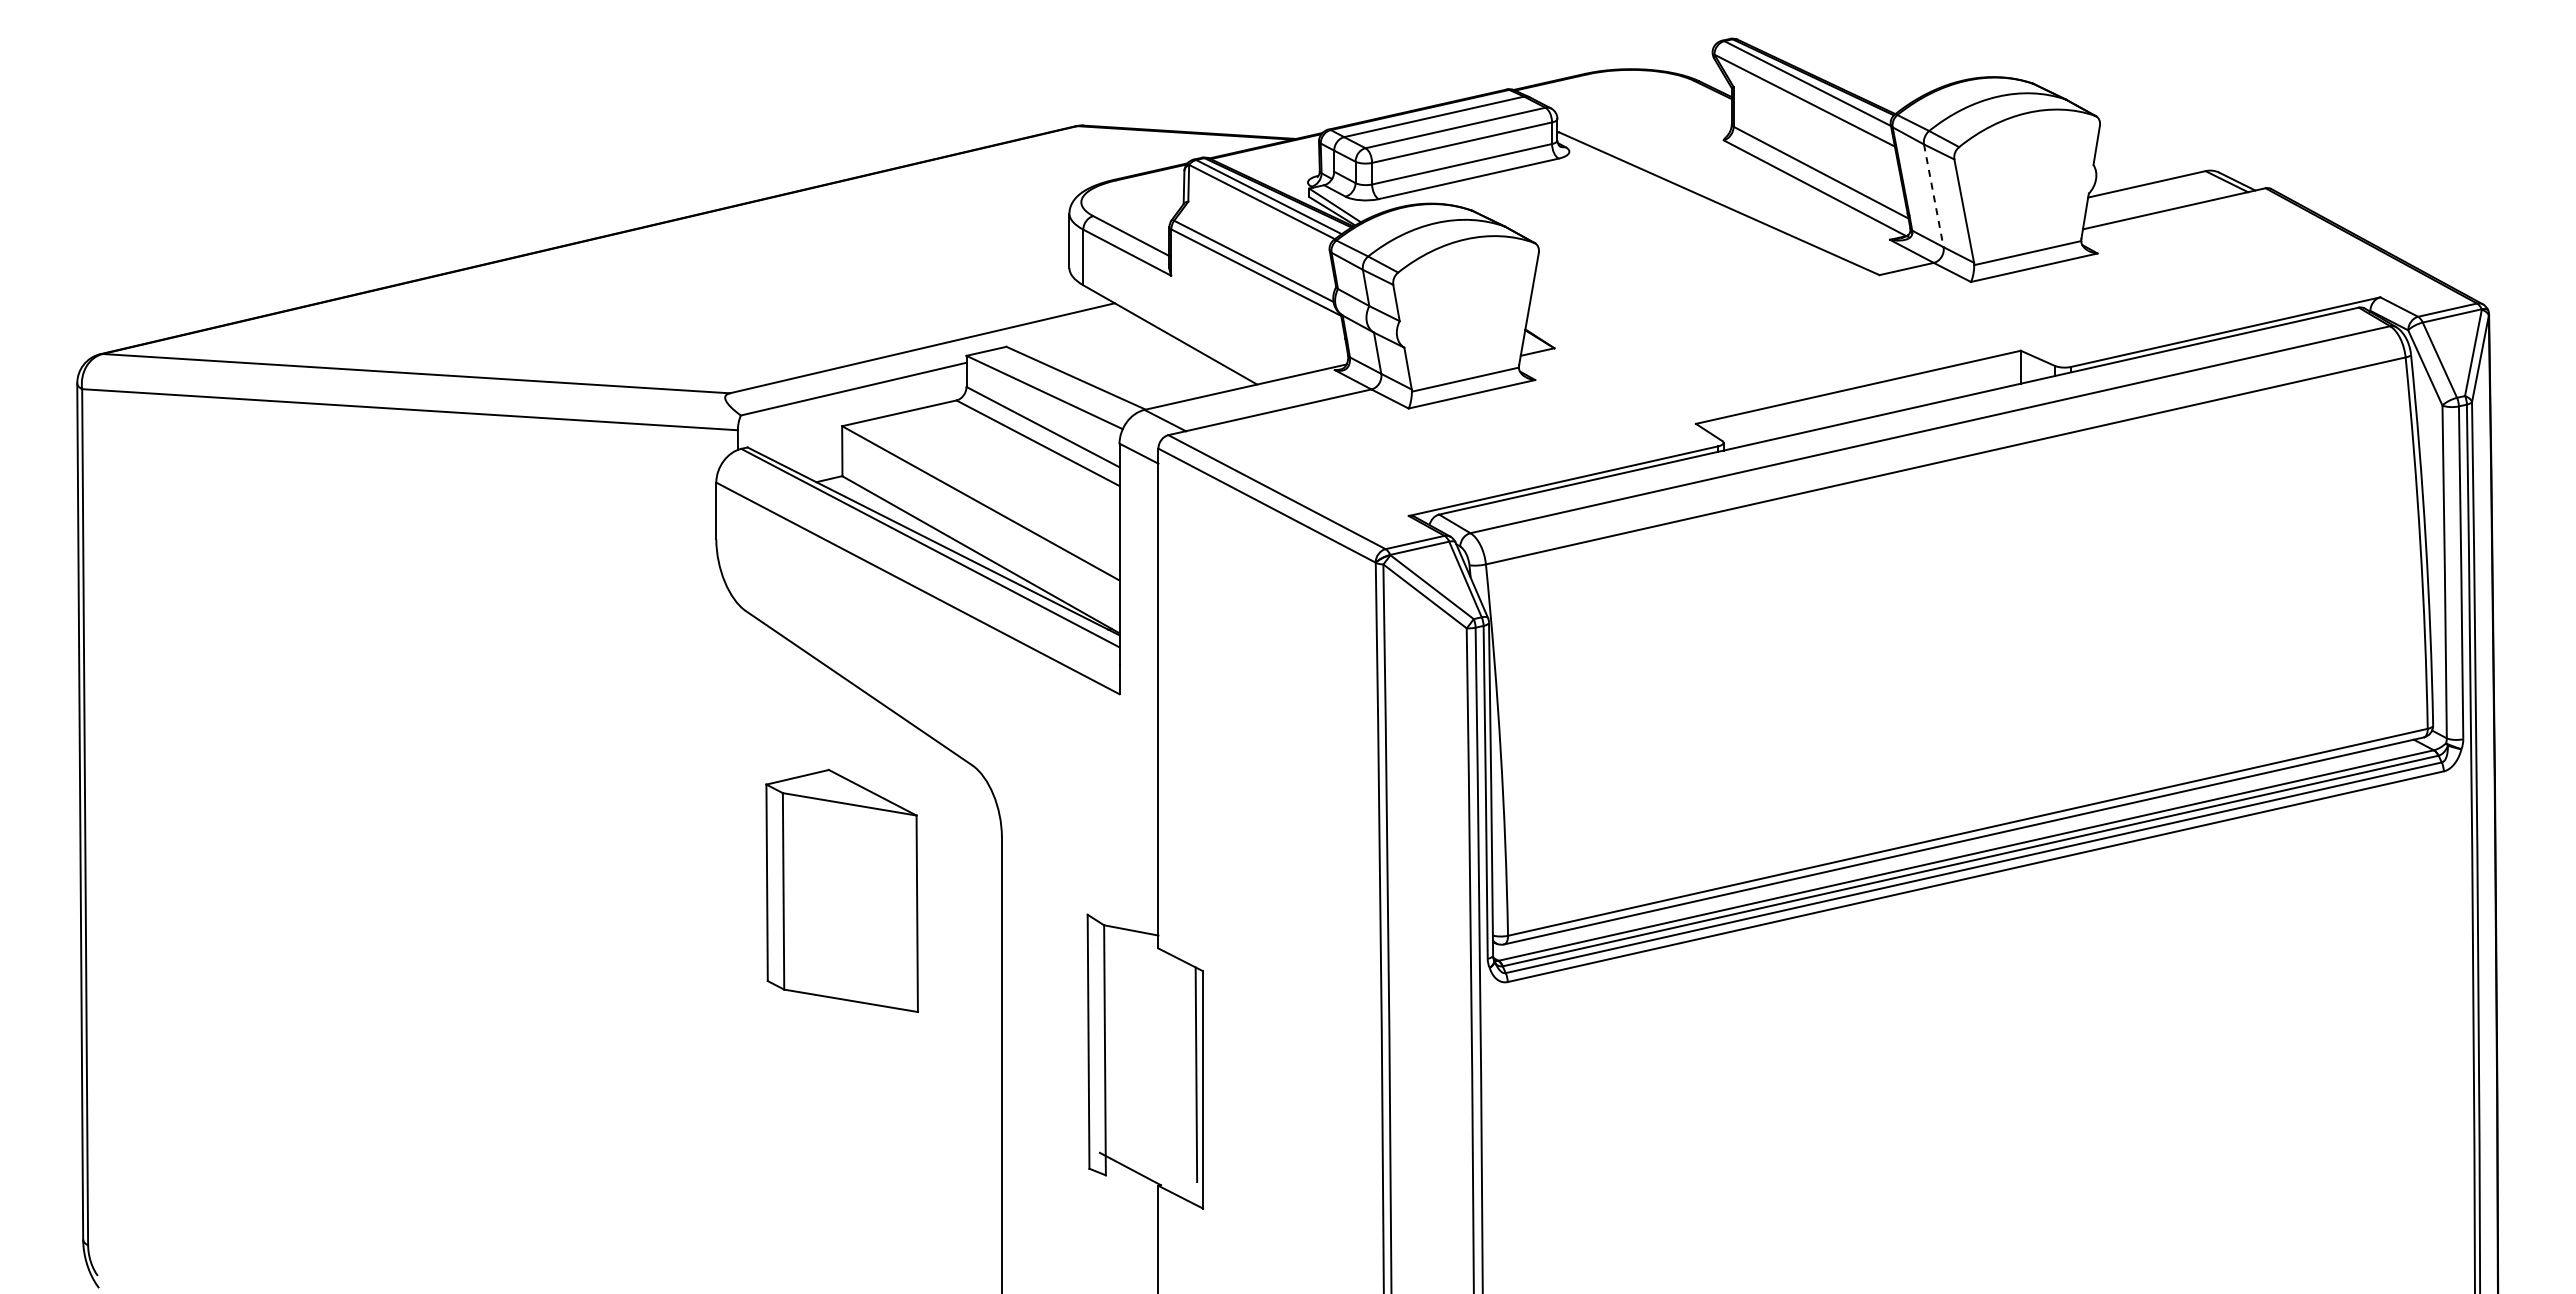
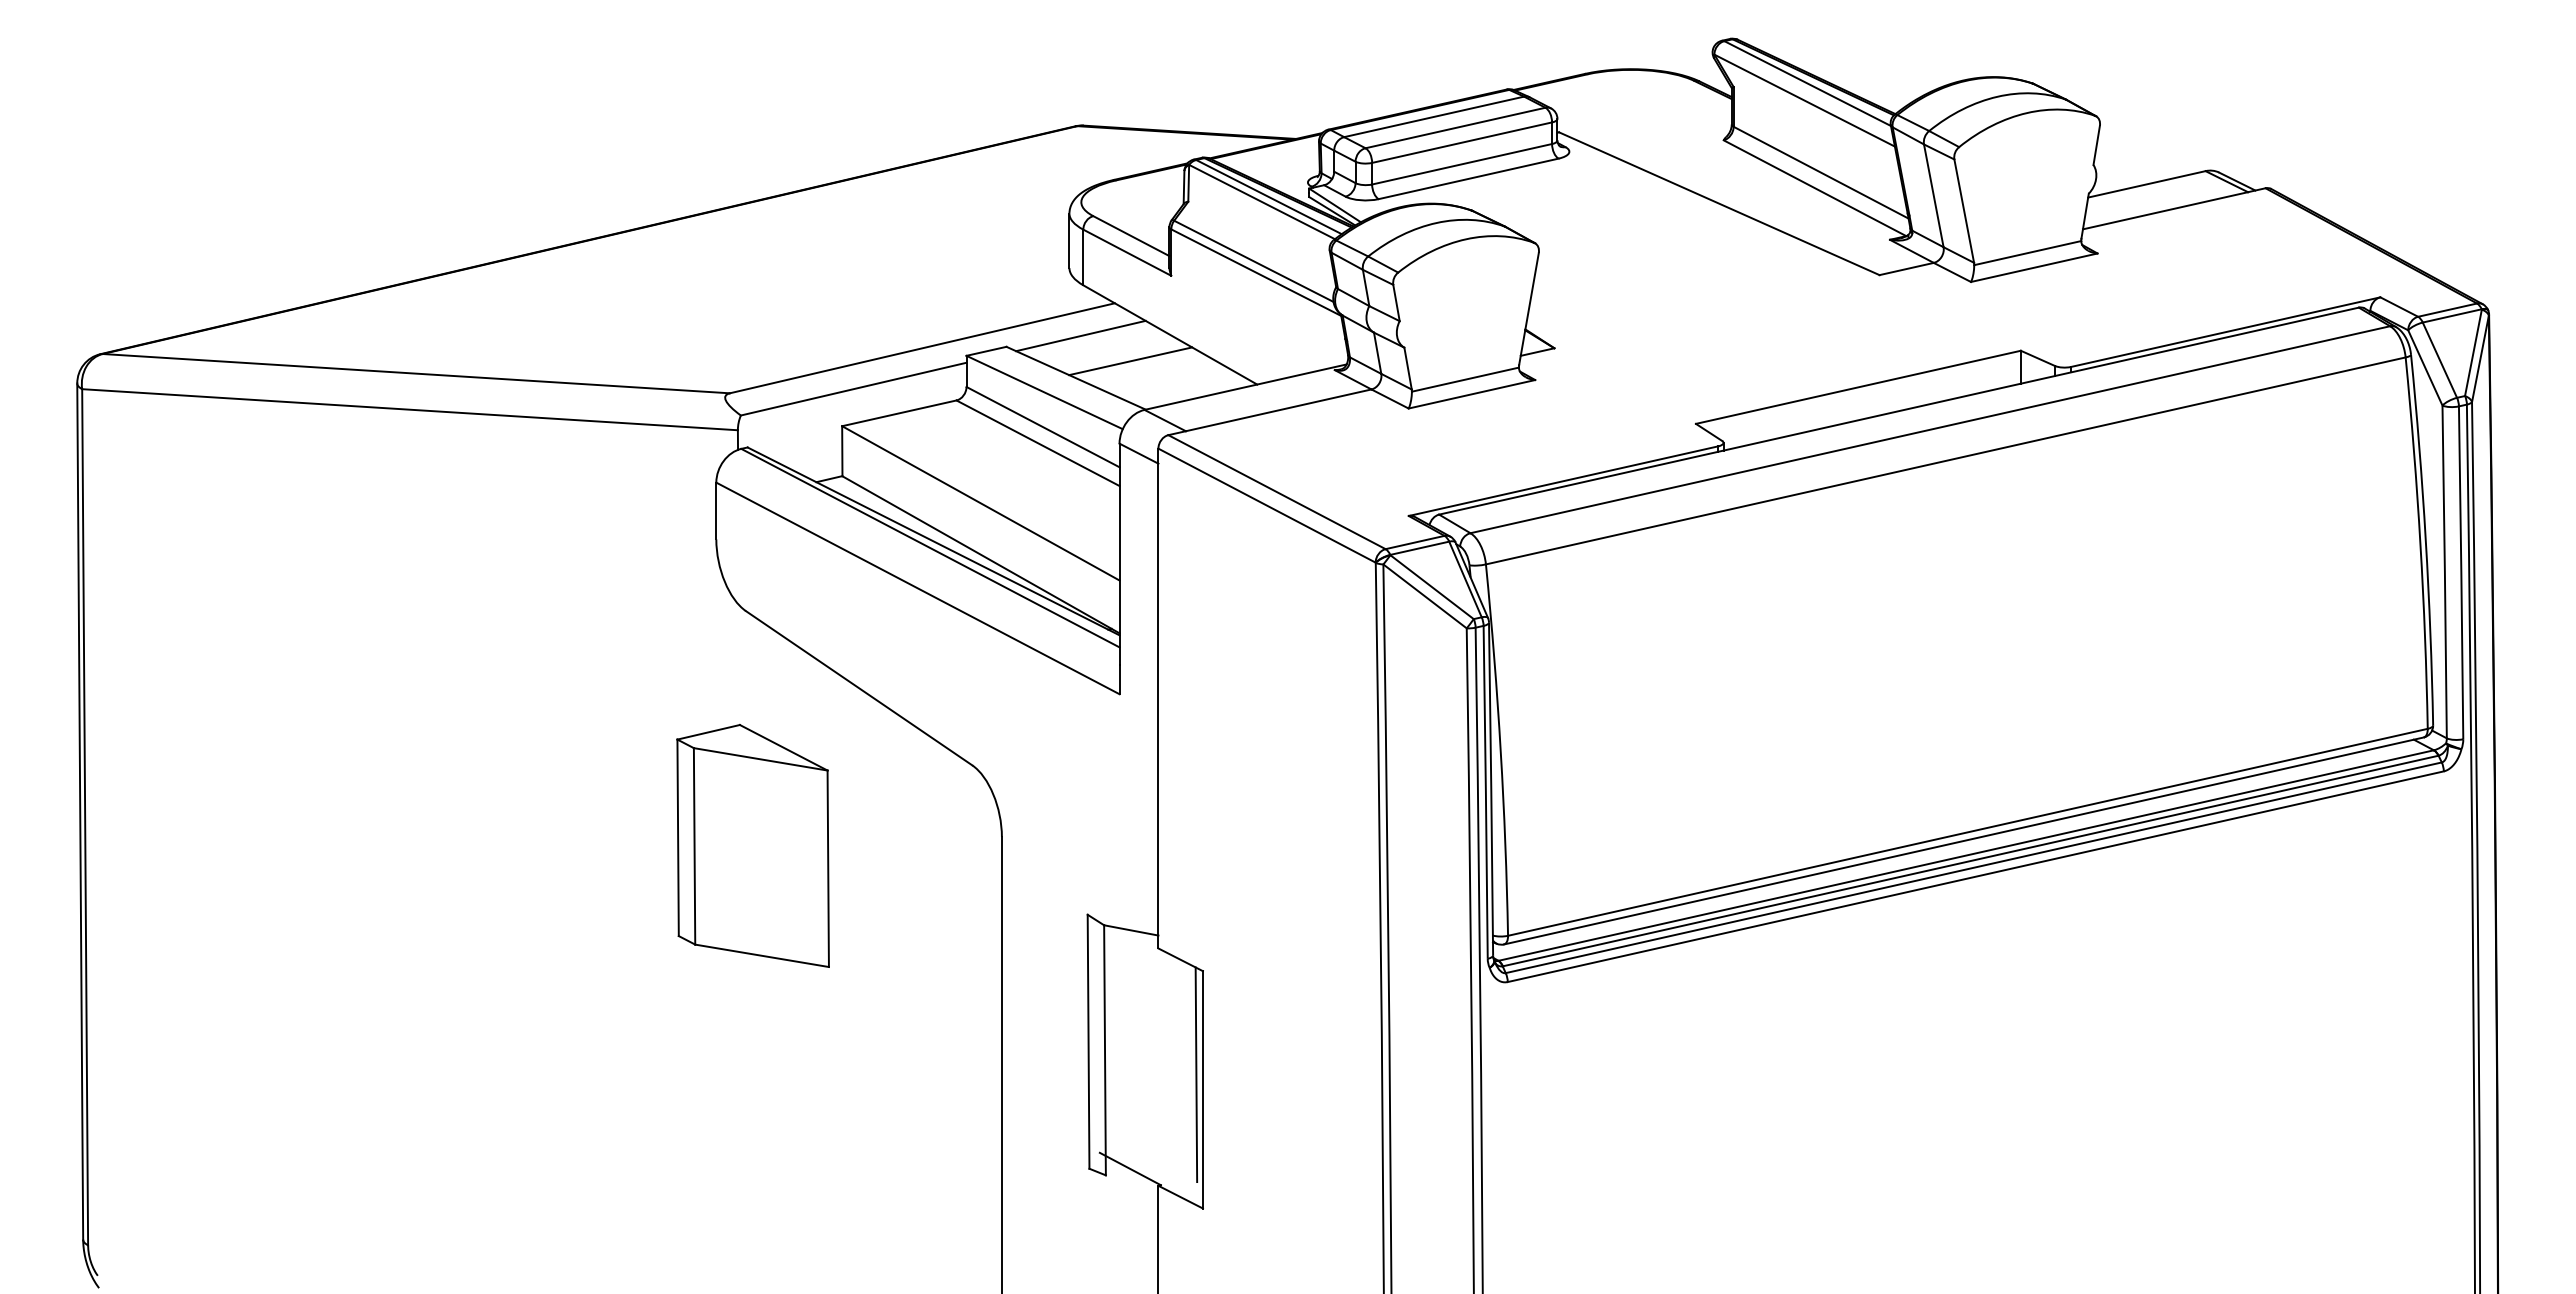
line at (1933, 196): dashed -> solid
line at (1080, 335): none -> present
line at (1130, 361): none -> present
part at (841, 890) position: (841, 890) -> (752, 845)
